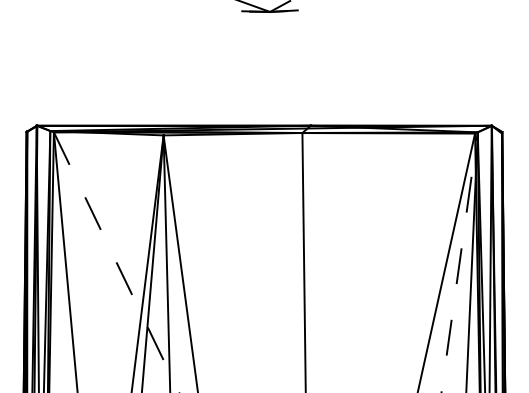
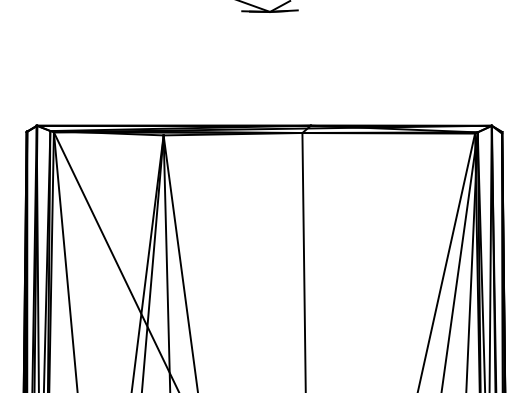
line at (116, 262): dashed -> solid
line at (459, 262): dashed -> solid
